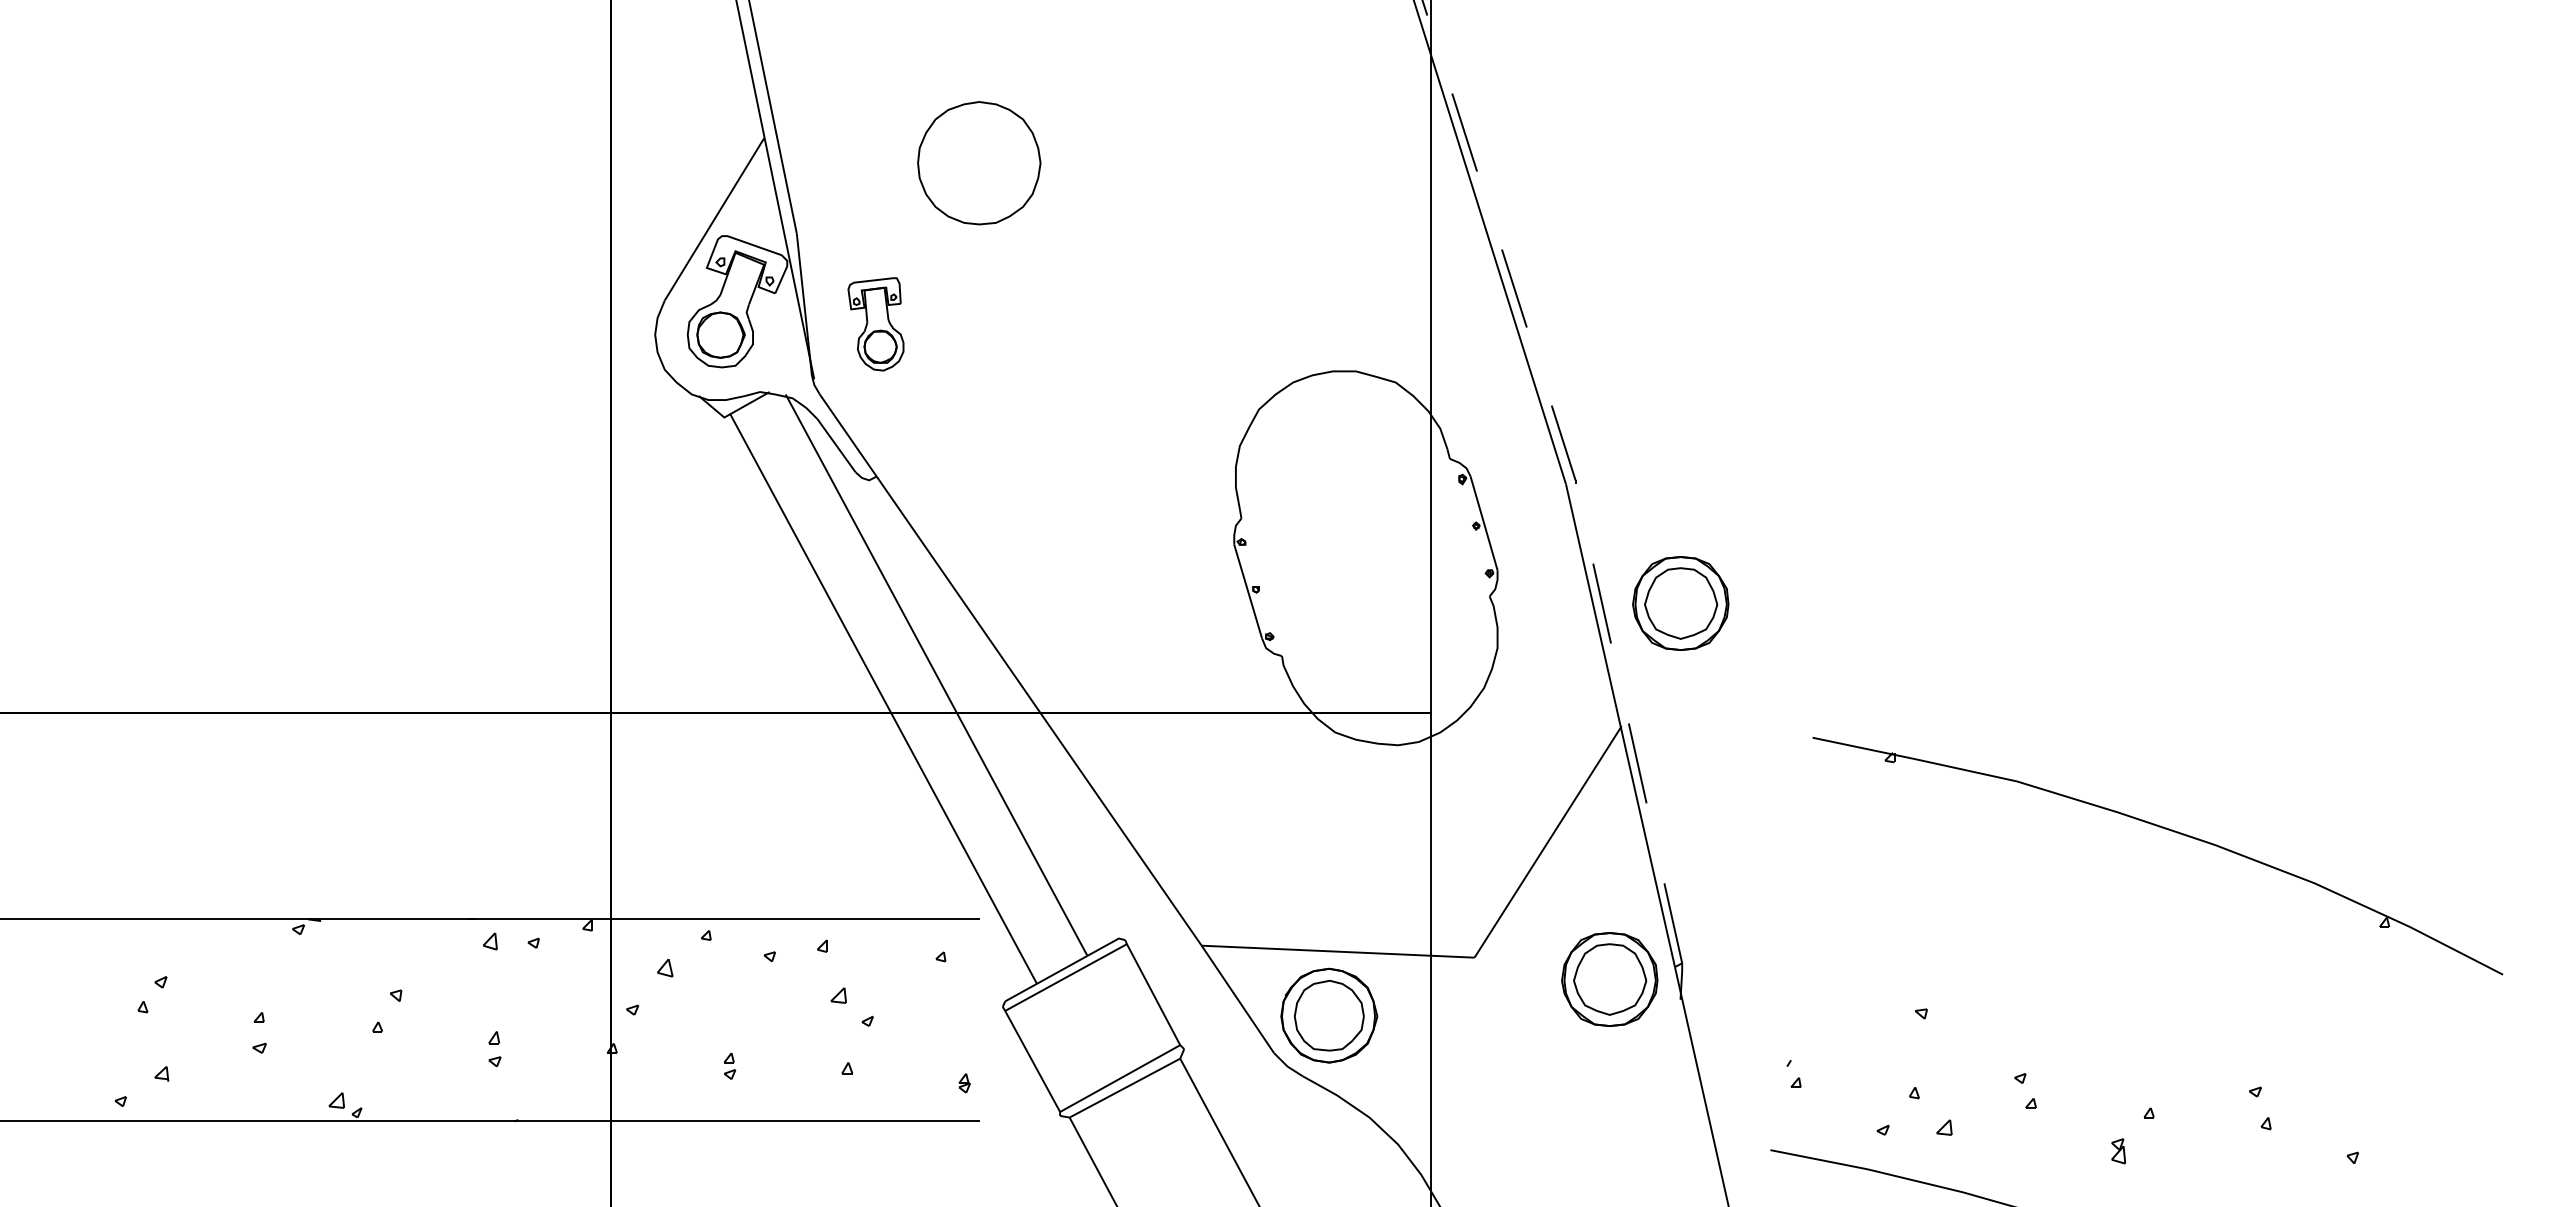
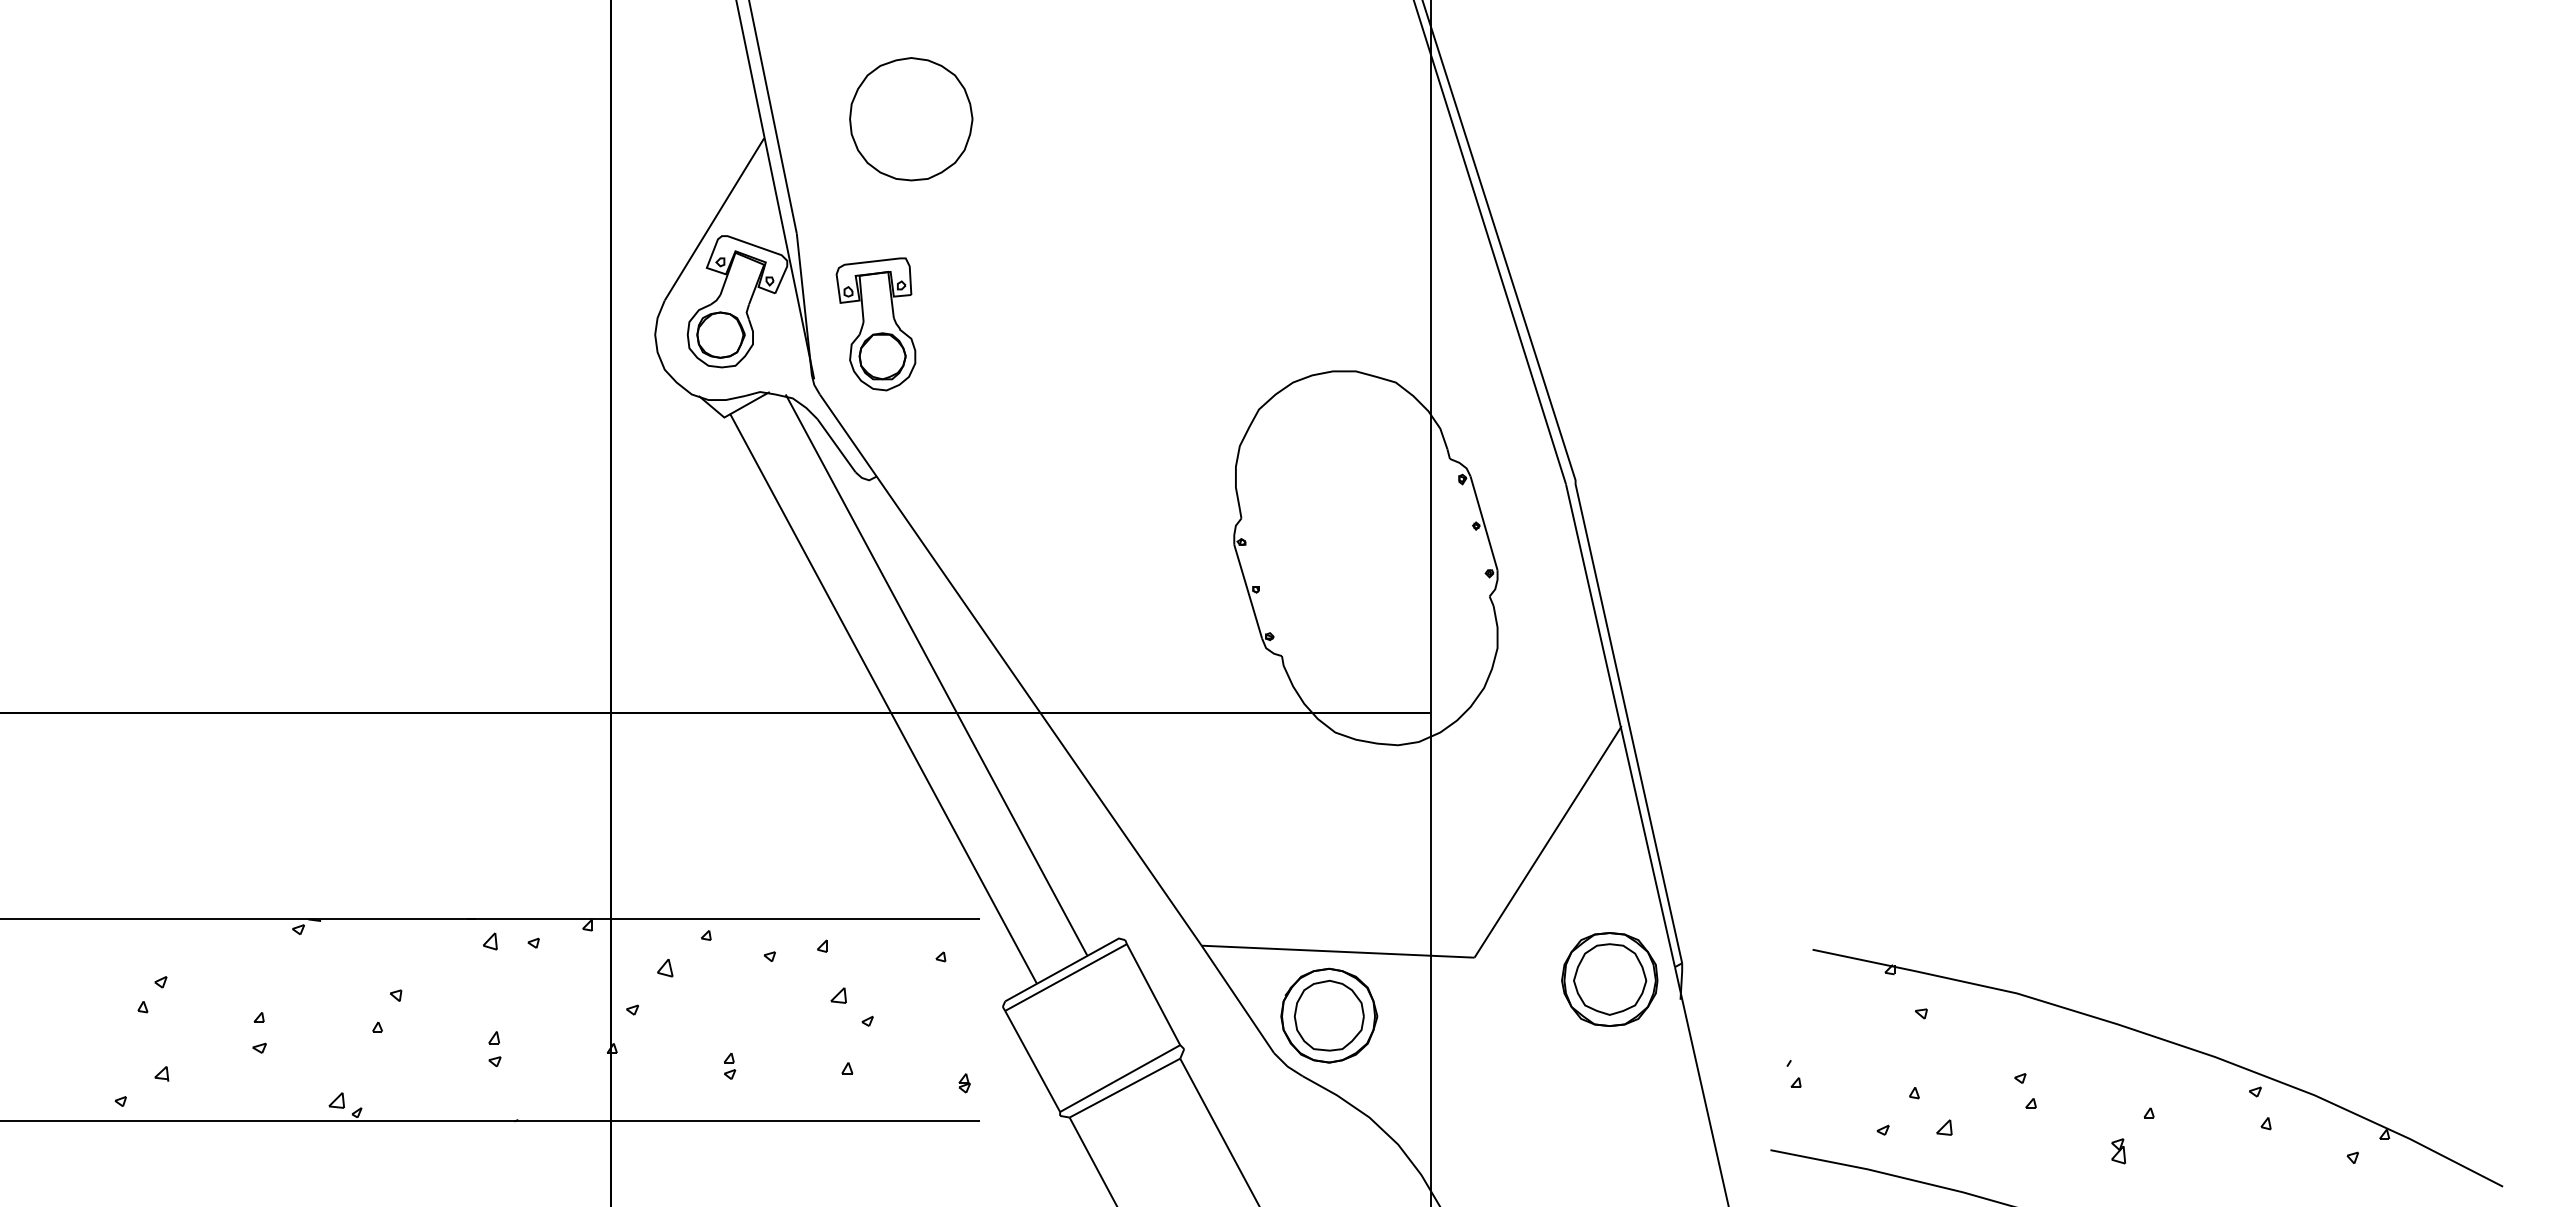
part at (979, 163) position: (979, 163) -> (911, 119)
part at (875, 324) size: 58x95 px -> 82x135 px
line at (1574, 476): dashed -> solid
part at (1680, 603): present -> none
part at (2165, 829) position: (2165, 829) -> (2165, 1041)
